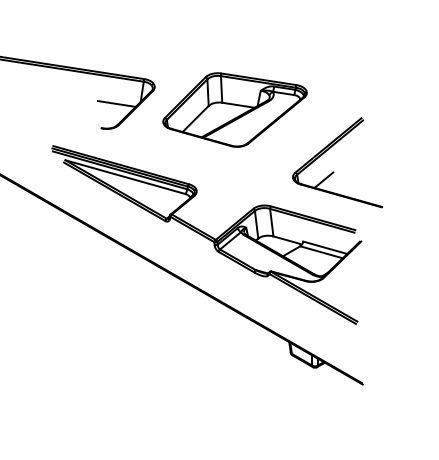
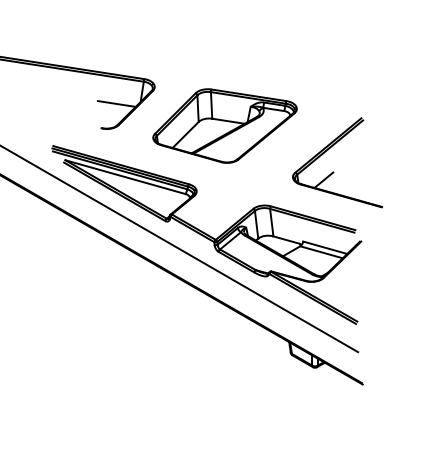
part at (234, 109) position: (234, 109) -> (224, 125)
line at (180, 249): none -> present
